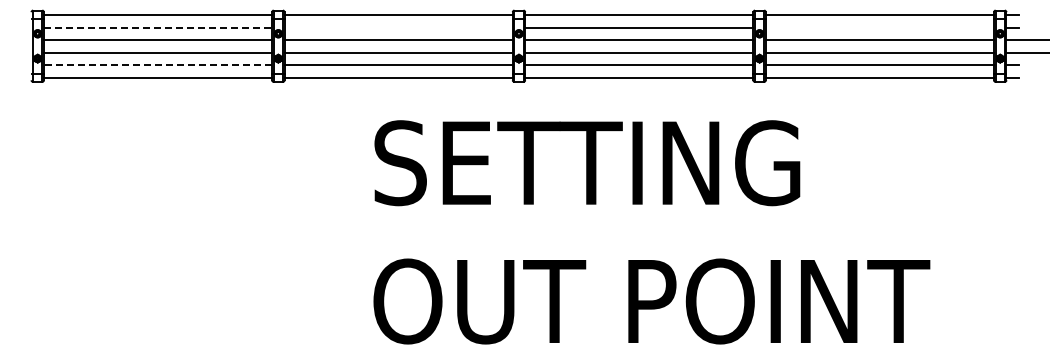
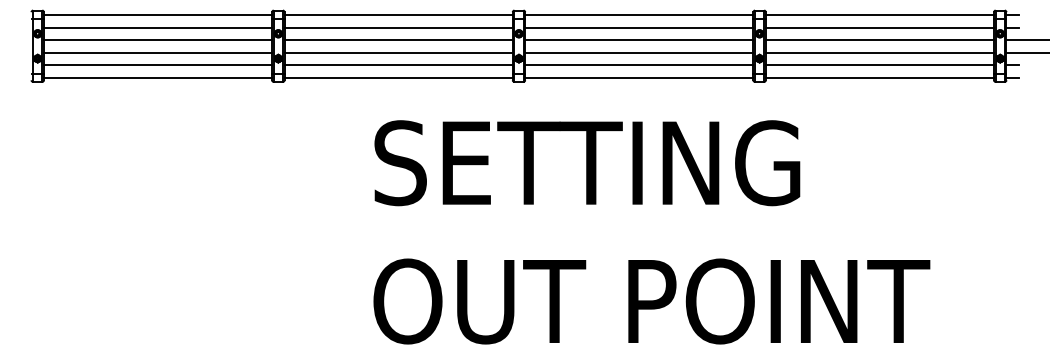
line at (158, 28): dashed -> solid
line at (398, 28): none -> present
line at (879, 28): none -> present
line at (157, 64): dashed -> solid
